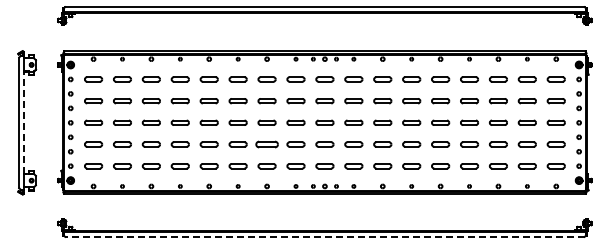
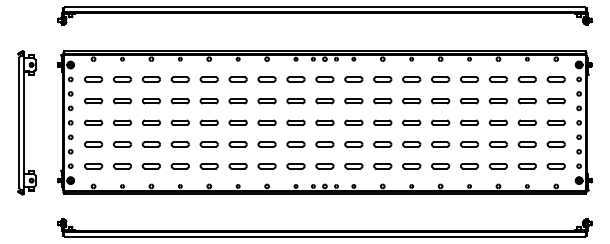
line at (23, 122): dashed -> solid
part at (266, 144) size: 24x9 px -> 20x7 px
line at (324, 236): dashed -> solid
